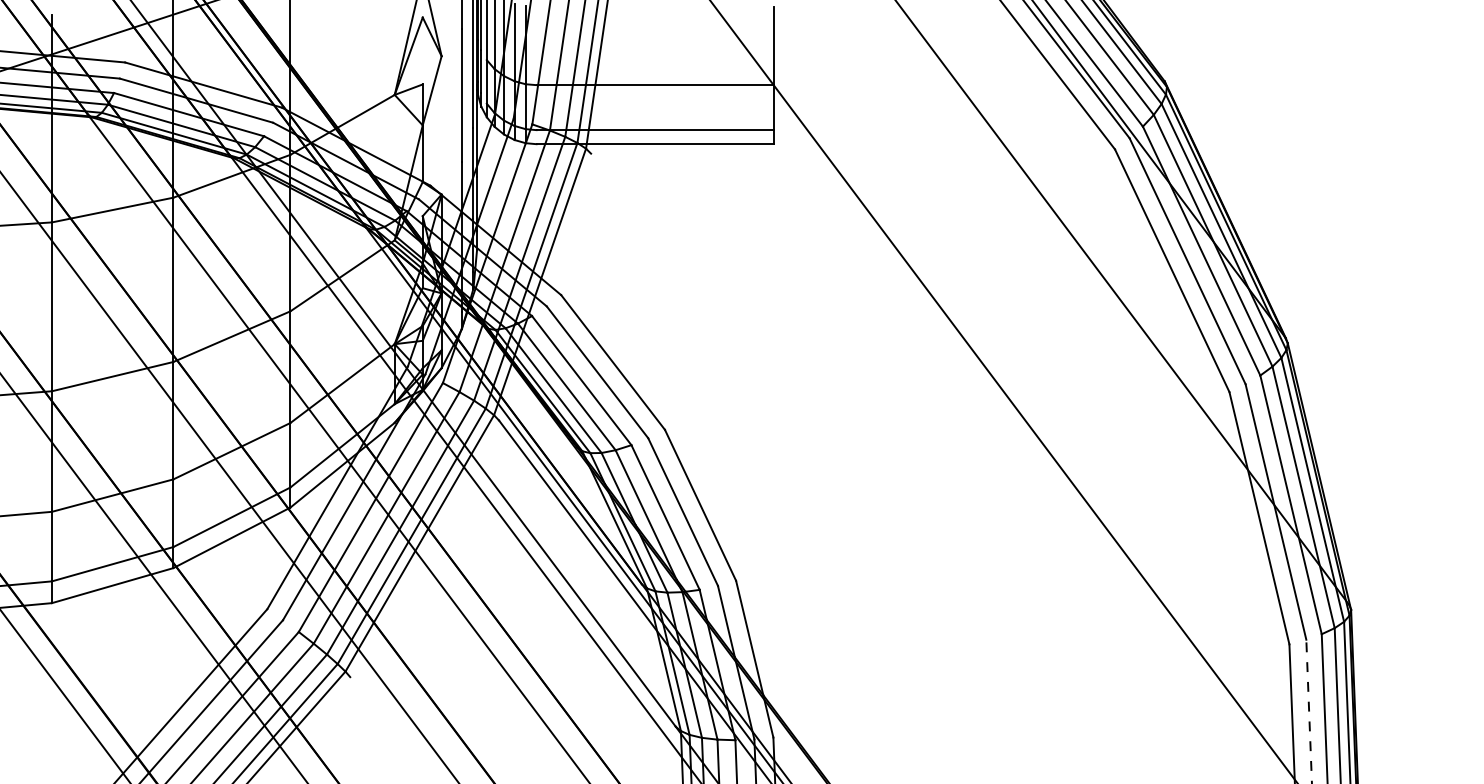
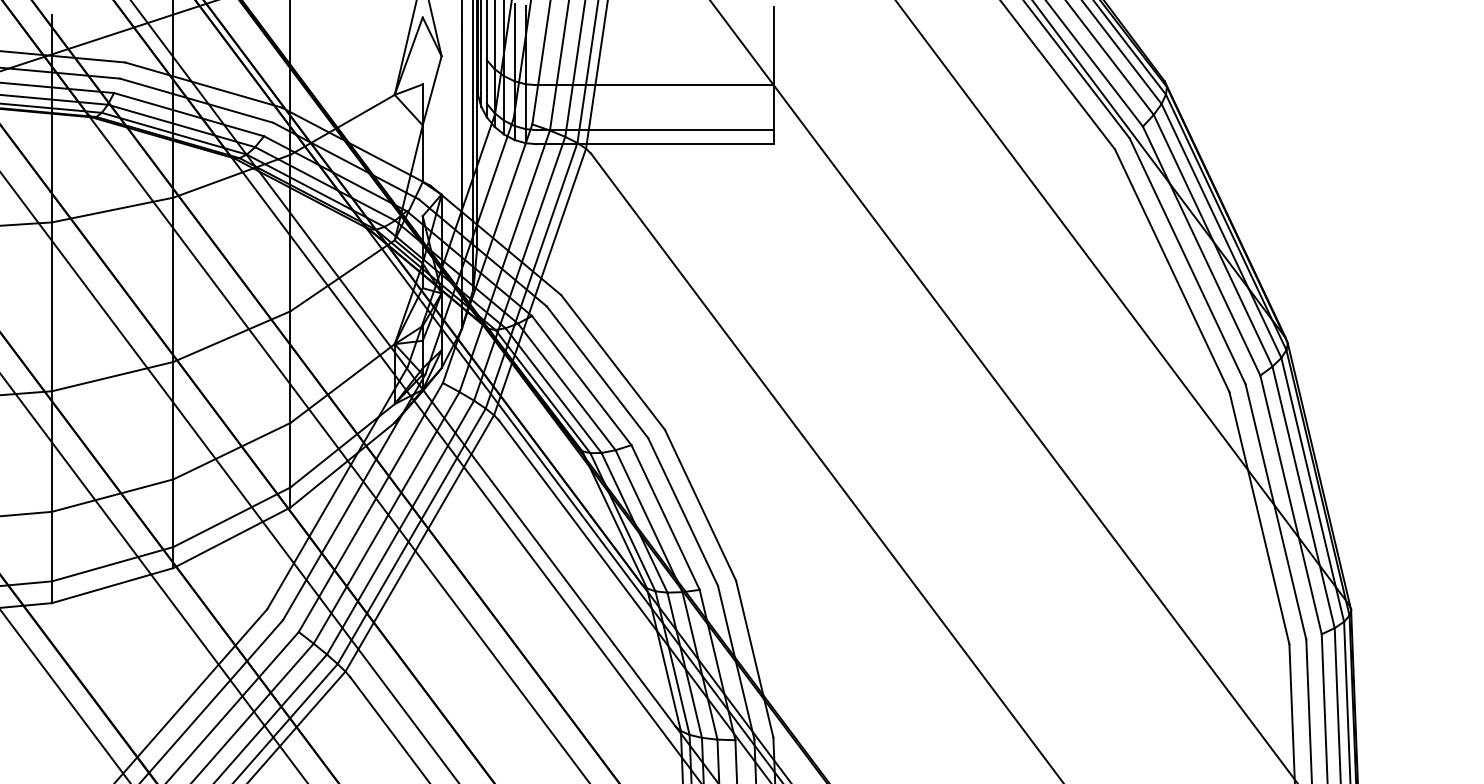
line at (826, 466): none -> present
line at (1309, 711): dashed -> solid
line at (388, 728): none -> present
